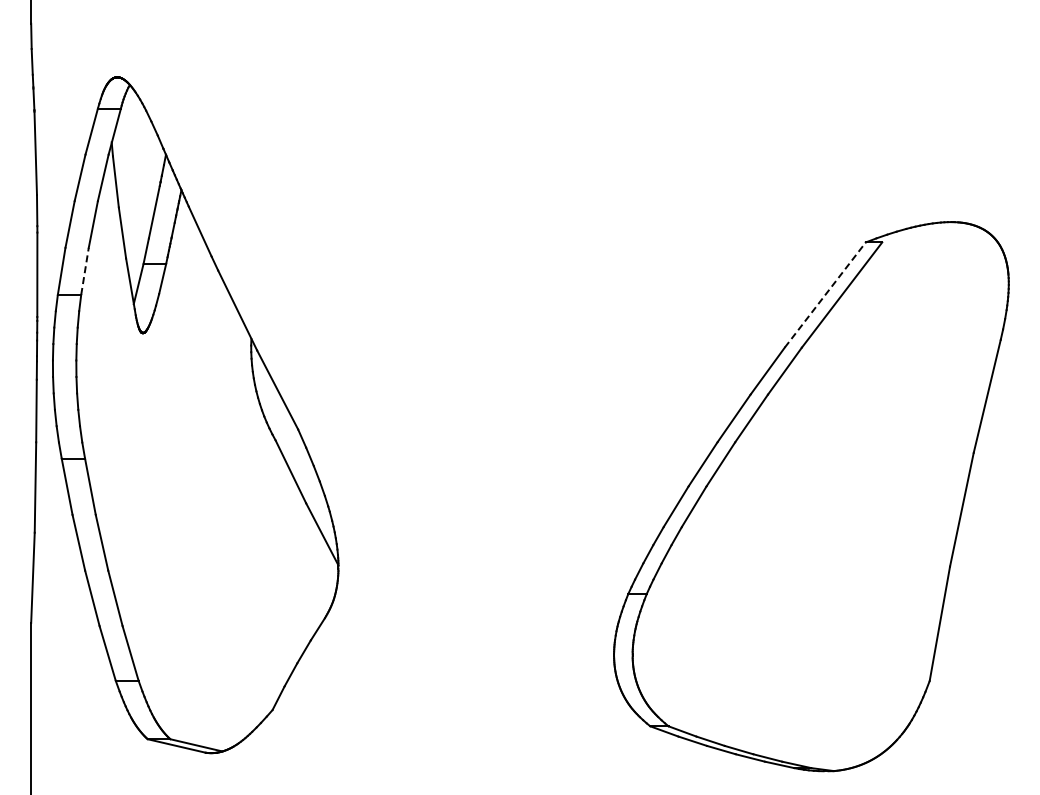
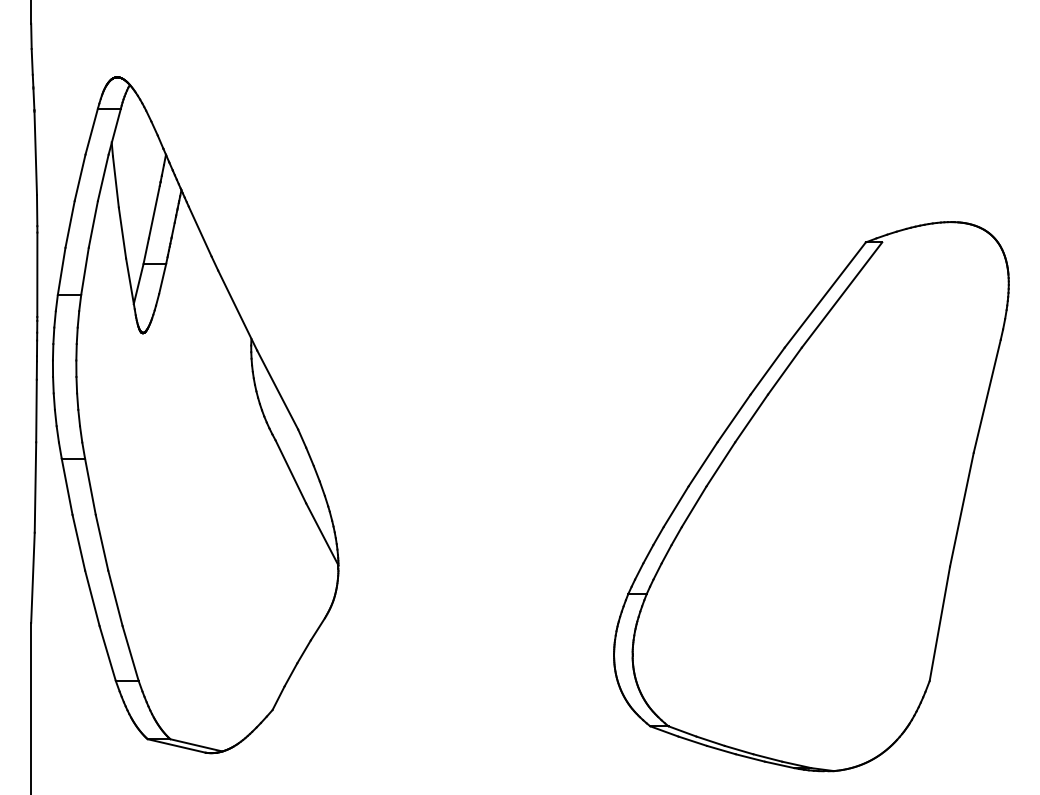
line at (84, 271): dashed -> solid
line at (825, 294): dashed -> solid
